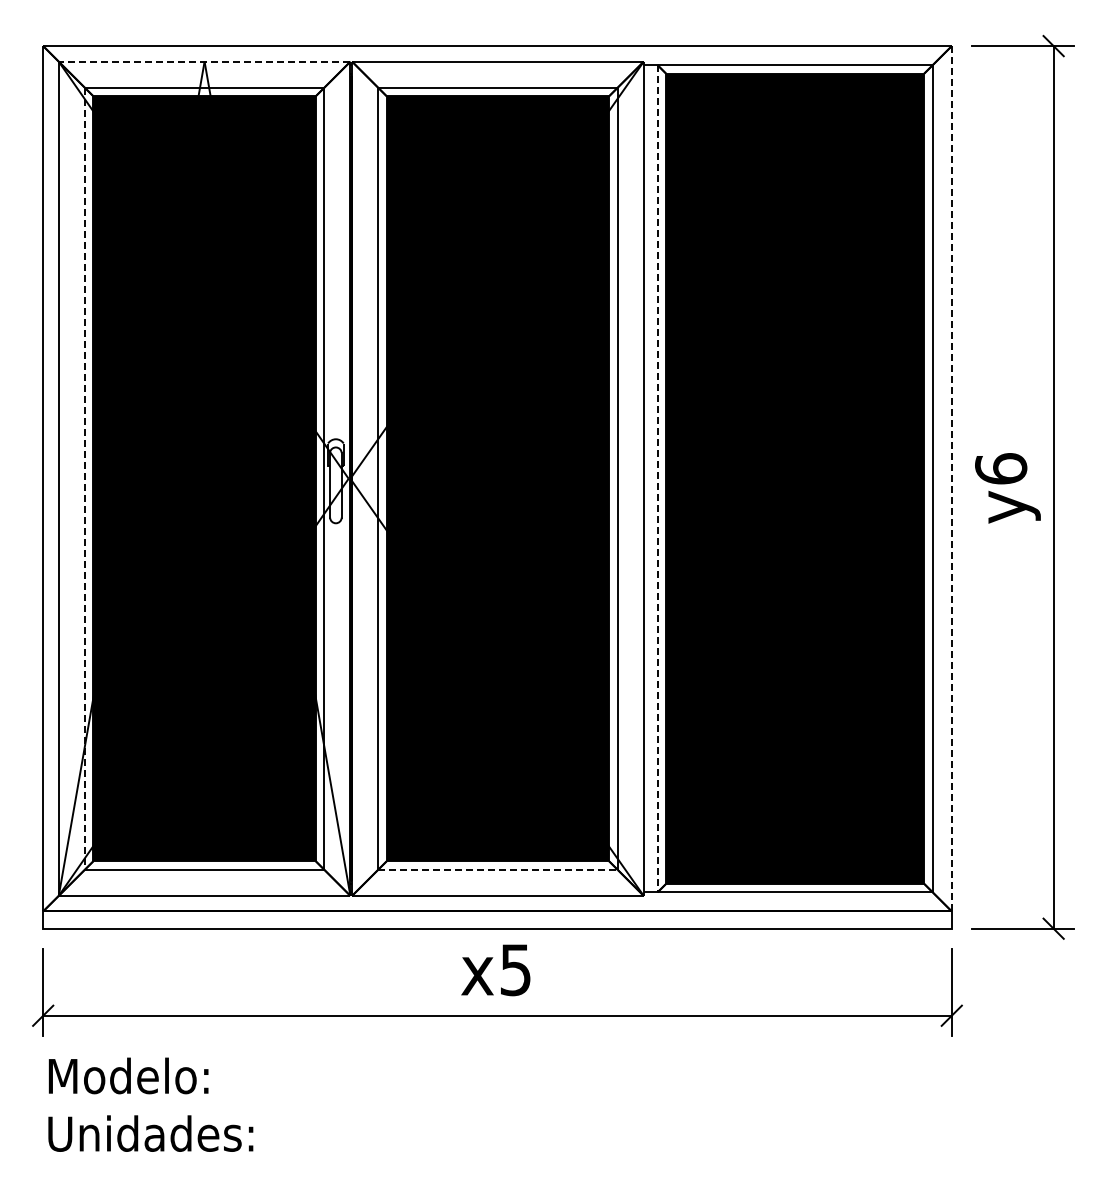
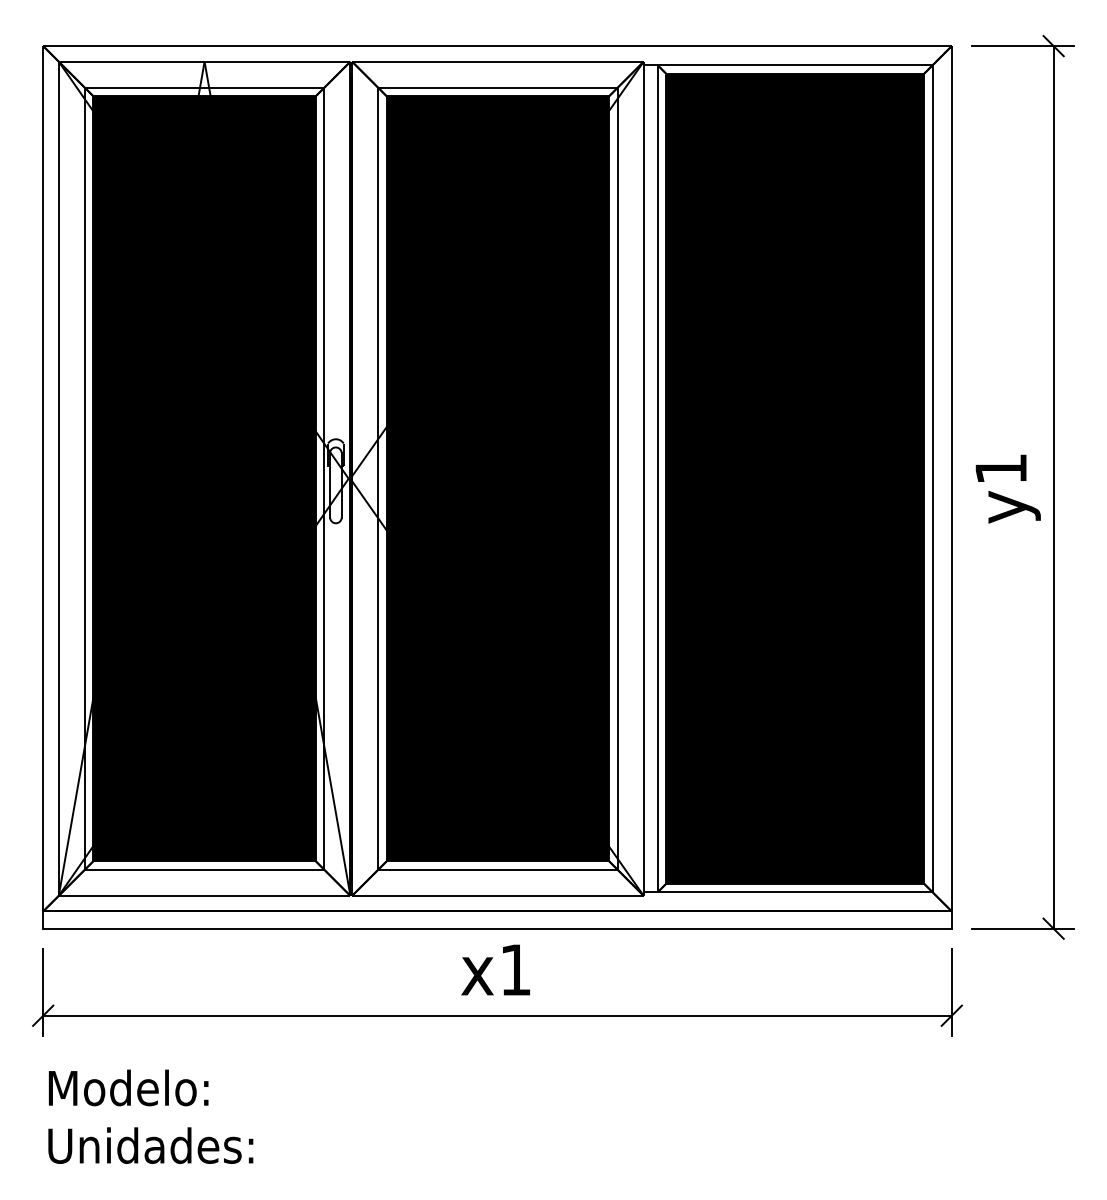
line at (204, 61): dashed -> solid
text at (1001, 468): y6 -> y1
line at (657, 478): dashed -> solid
line at (951, 478): dashed -> solid
line at (84, 479): dashed -> solid
line at (497, 869): dashed -> solid
text at (515, 970): x5 -> x1
text at (150, 1104) position: (150, 1104) -> (150, 1116)
